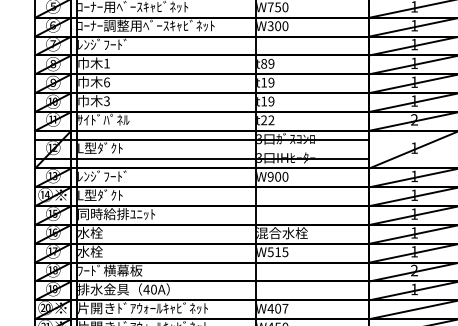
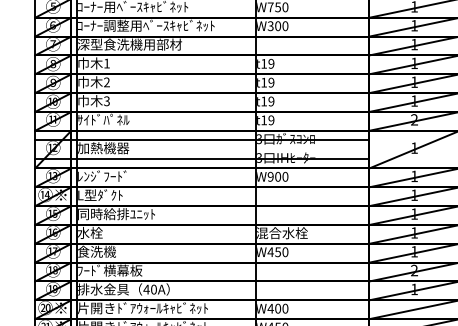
text at (129, 44): ﾚﾝｼﾞﾌｰﾄﾞ -> 深型食洗機用部材
text at (264, 63): t89 -> t19
text at (106, 82): 6 -> 2
text at (267, 120): t22 -> t19
text at (103, 148): L型ﾀﾞｸﾄ -> 加熱機器
text at (96, 251): 水栓 -> 食洗機
text at (277, 252): W515 -> W450
text at (285, 308): W407 -> W400
